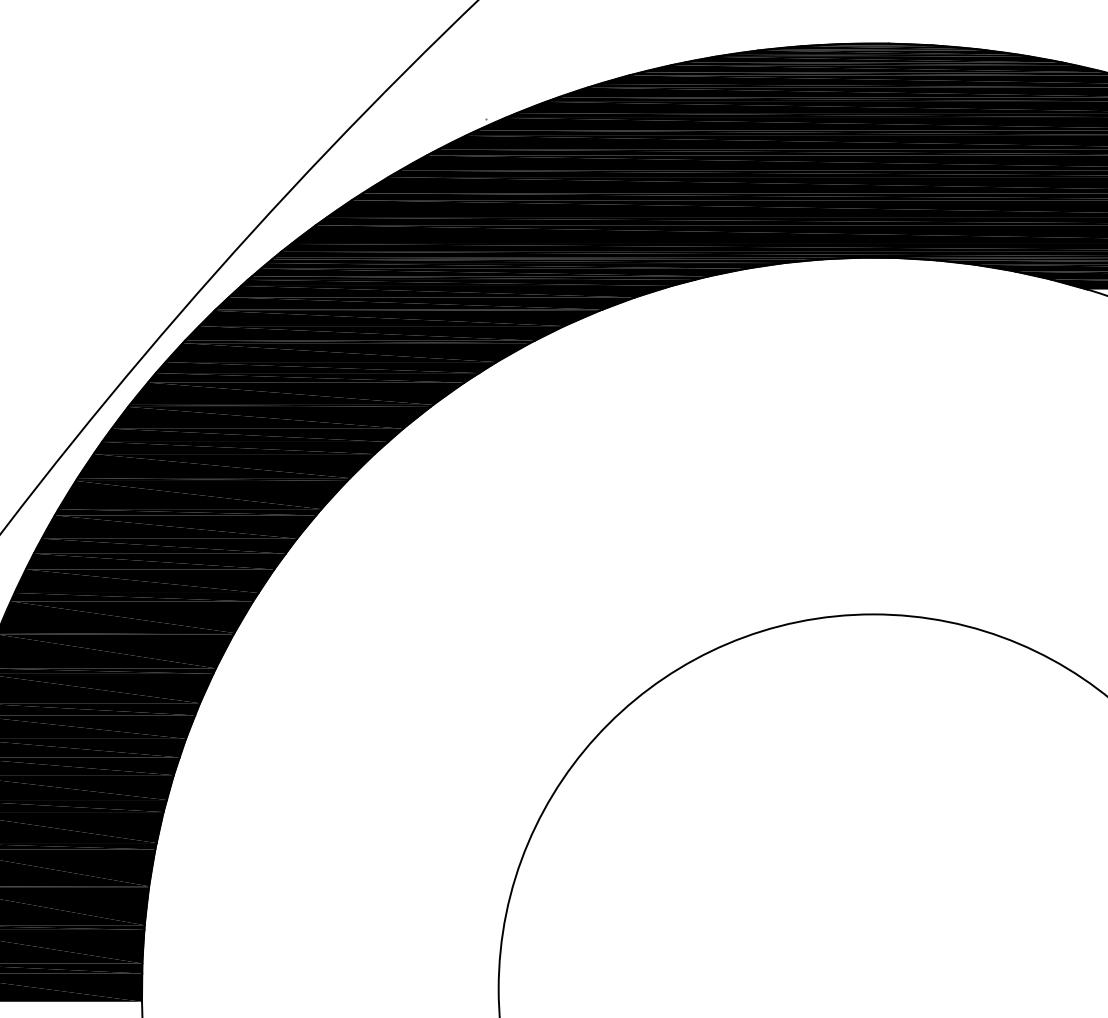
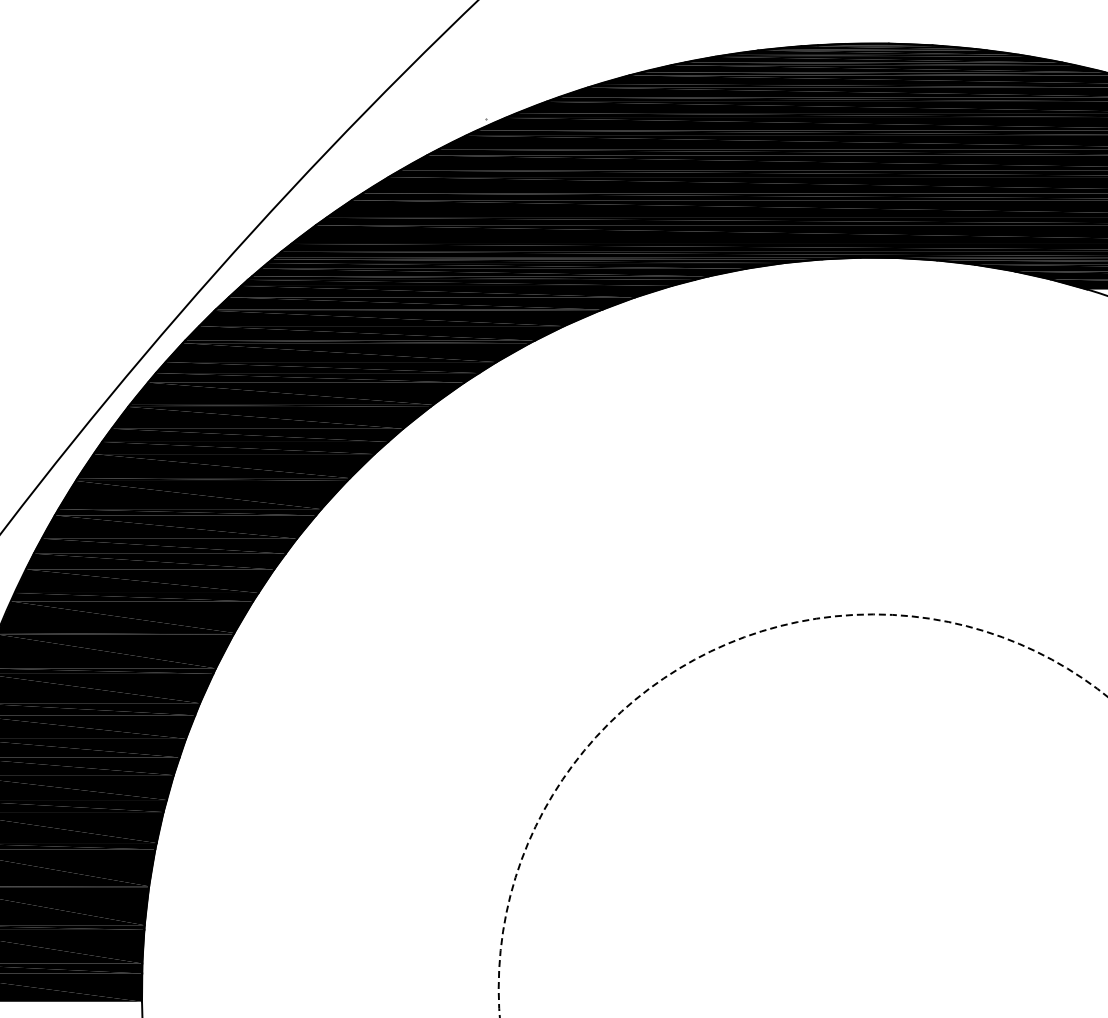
circle at (802, 815): solid -> dashed
